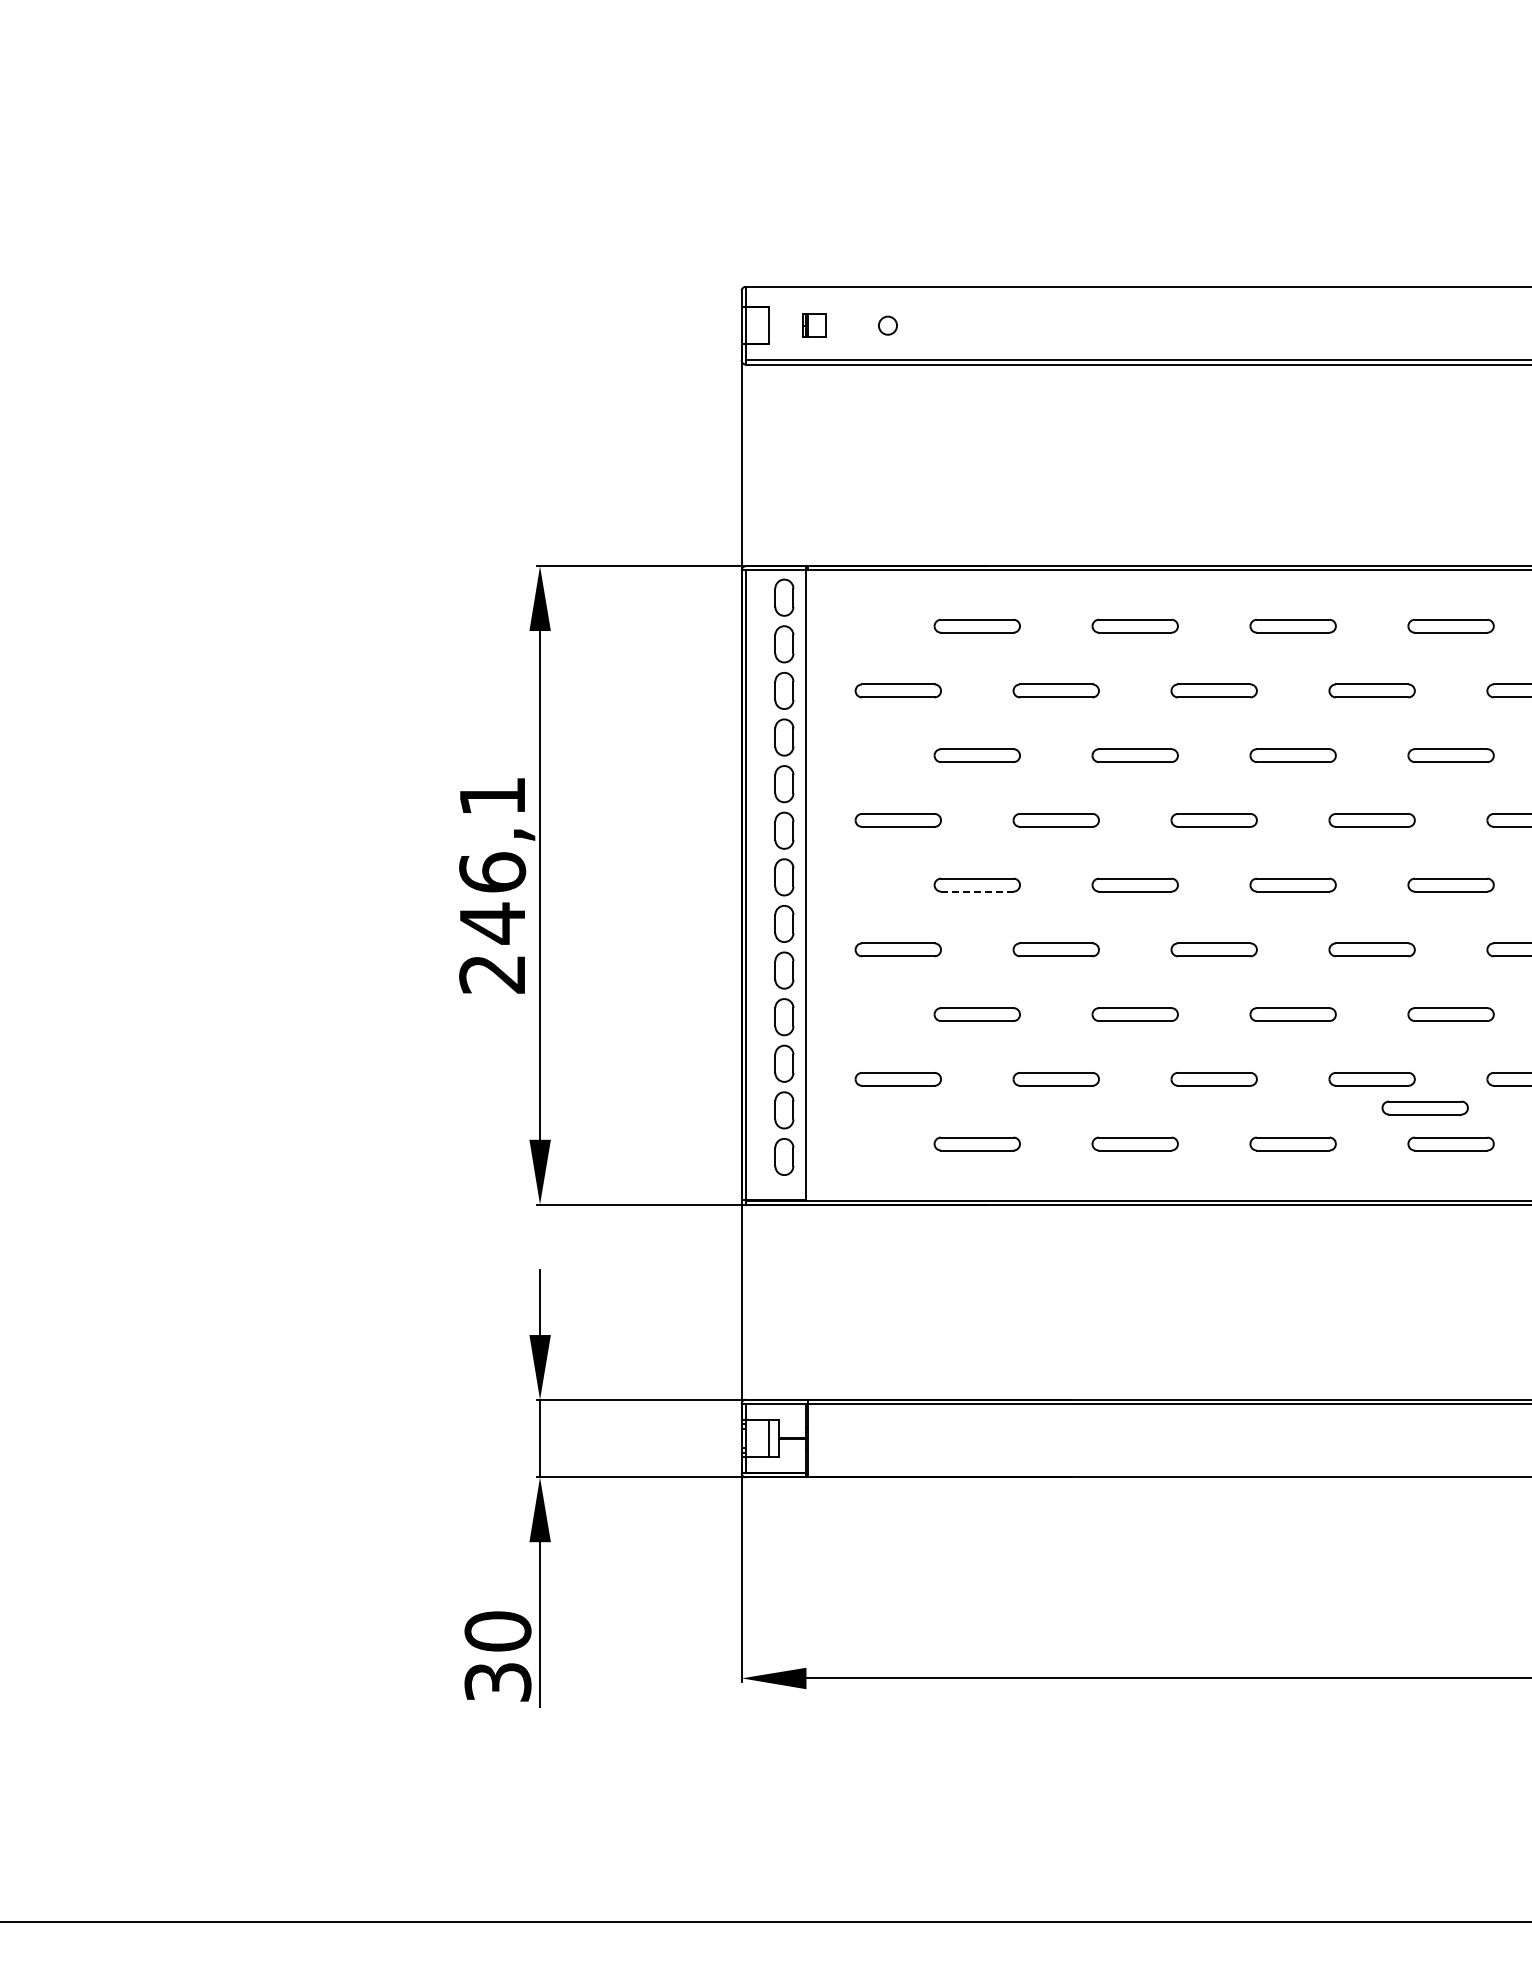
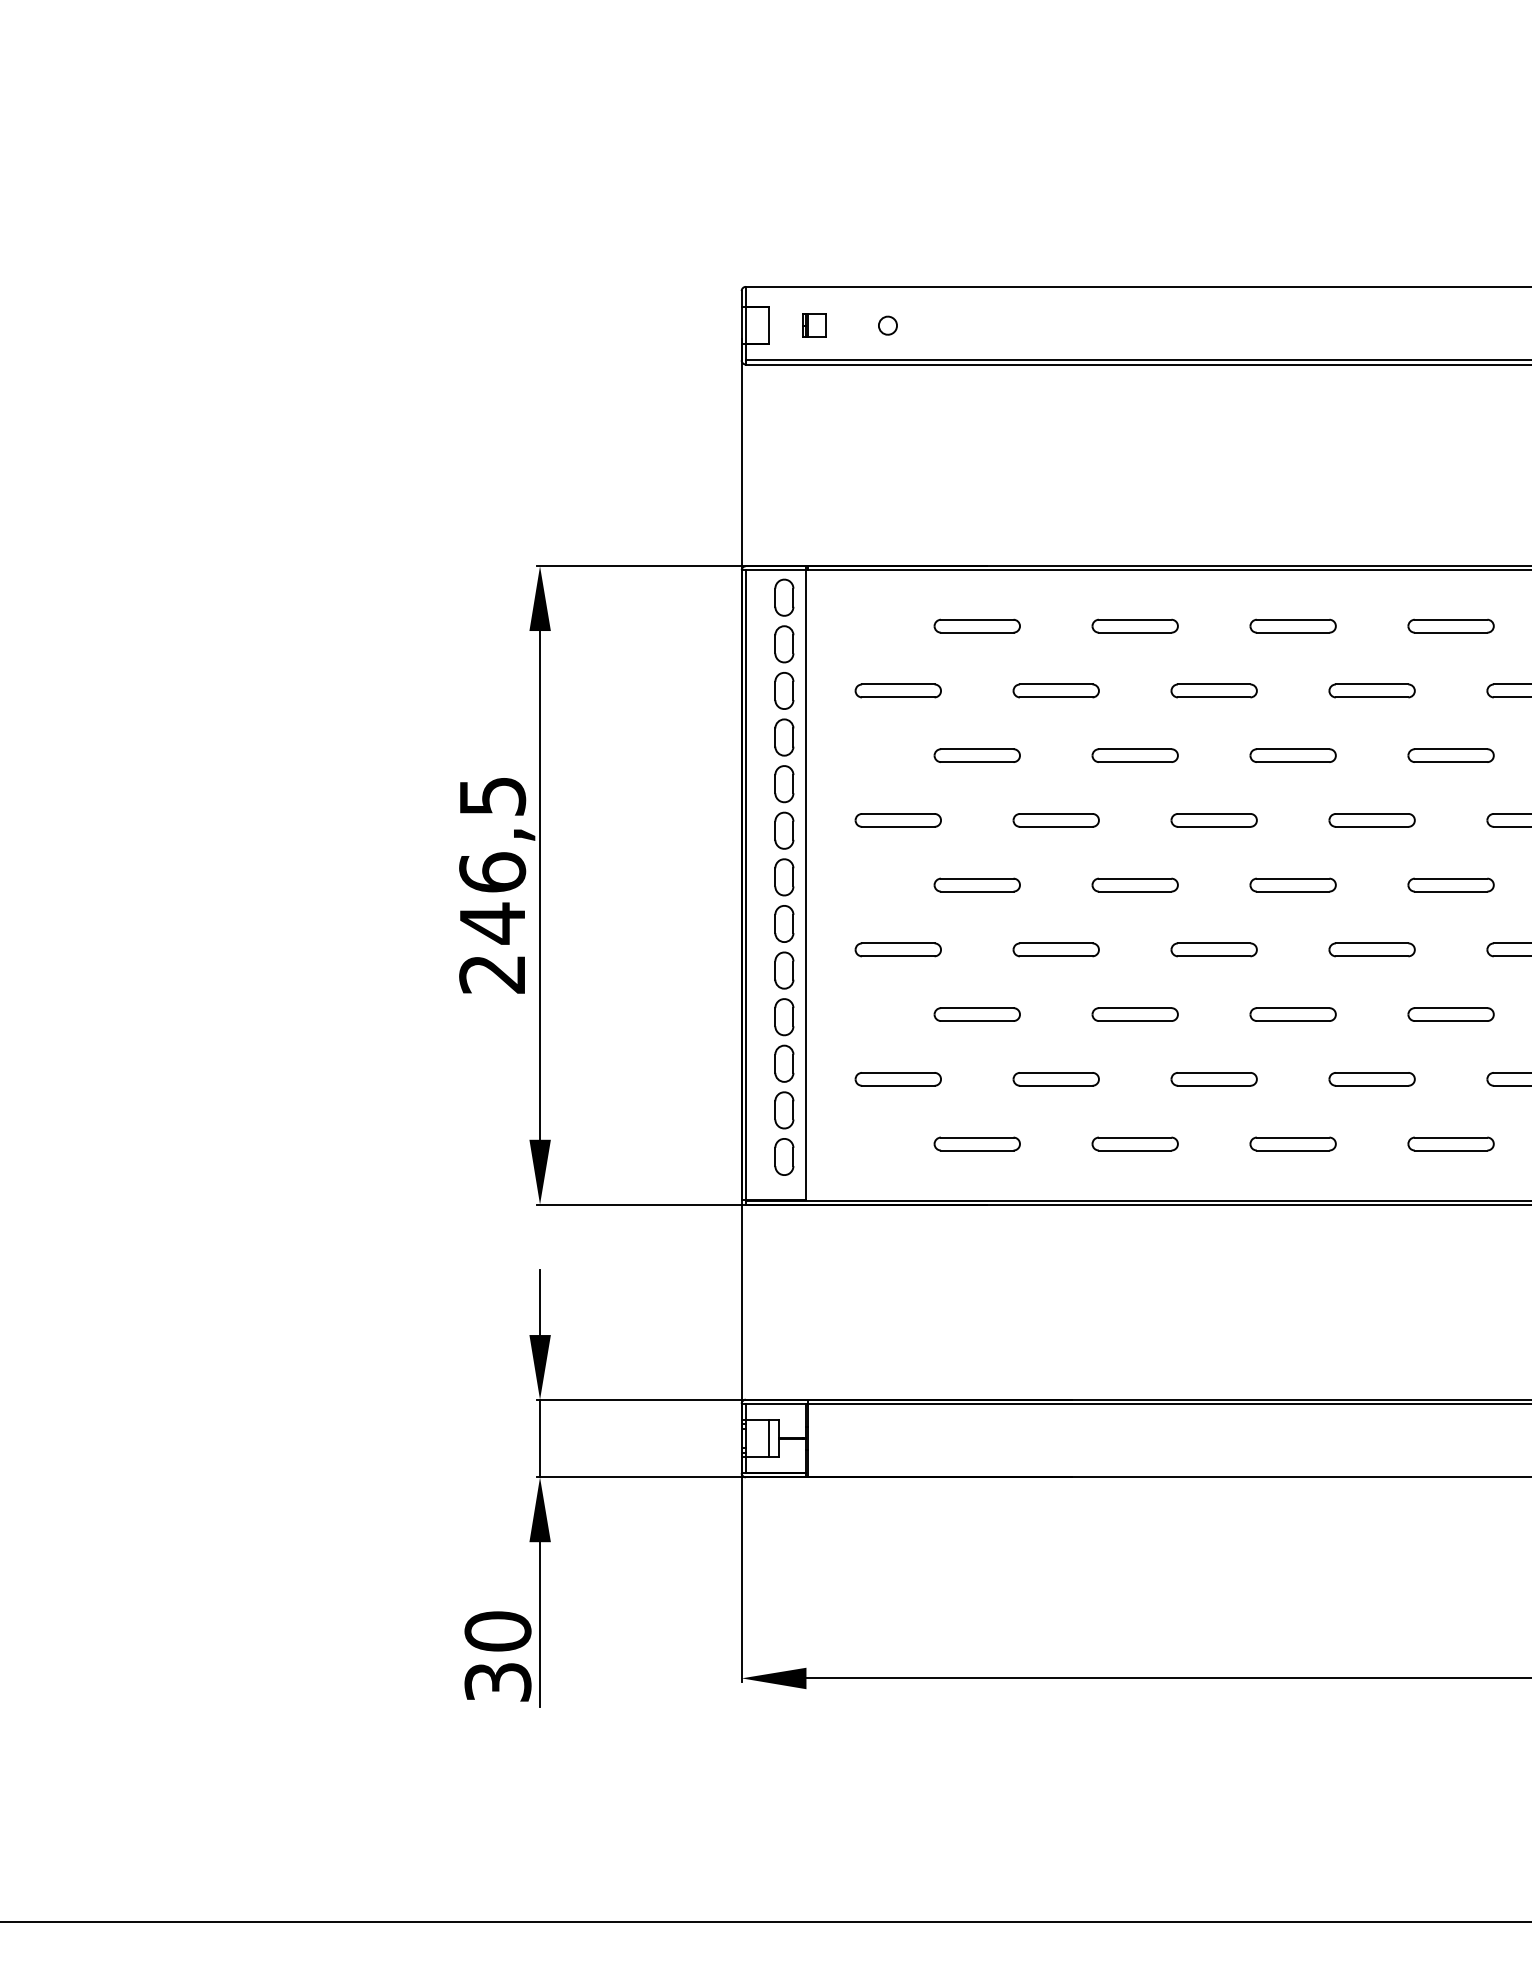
text at (493, 796): 246,1 -> 246,5
line at (977, 891): dashed -> solid
part at (1424, 1107): present -> none
